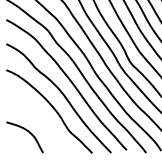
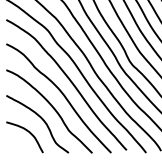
curve at (41, 119): none -> present
